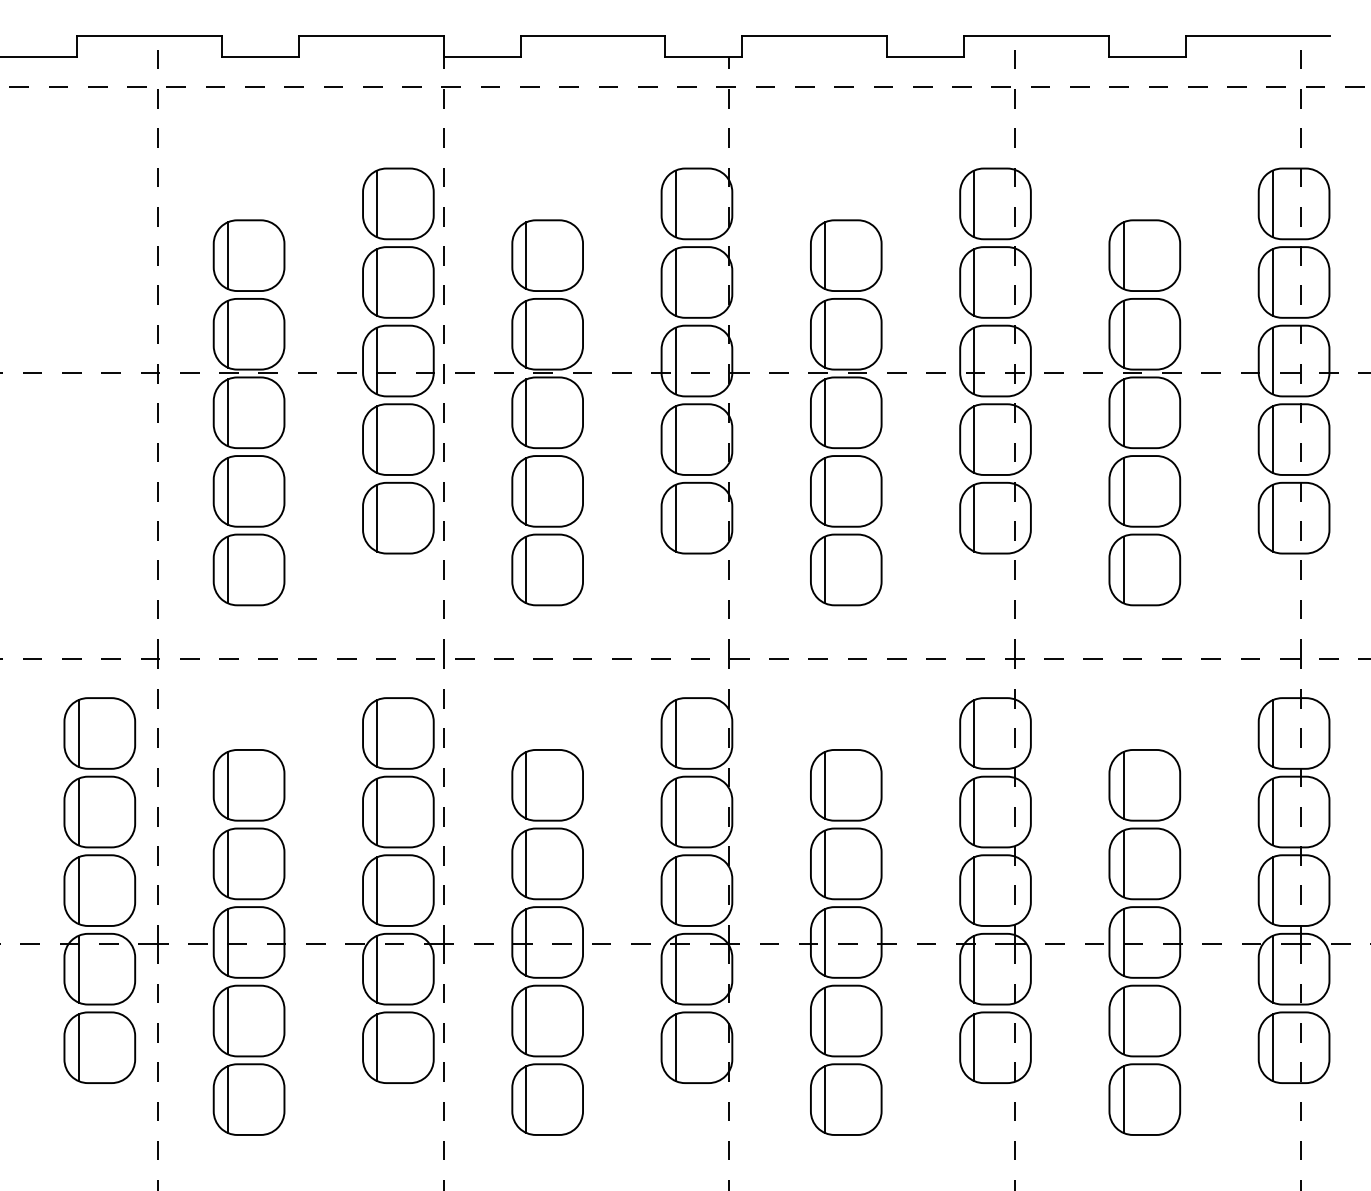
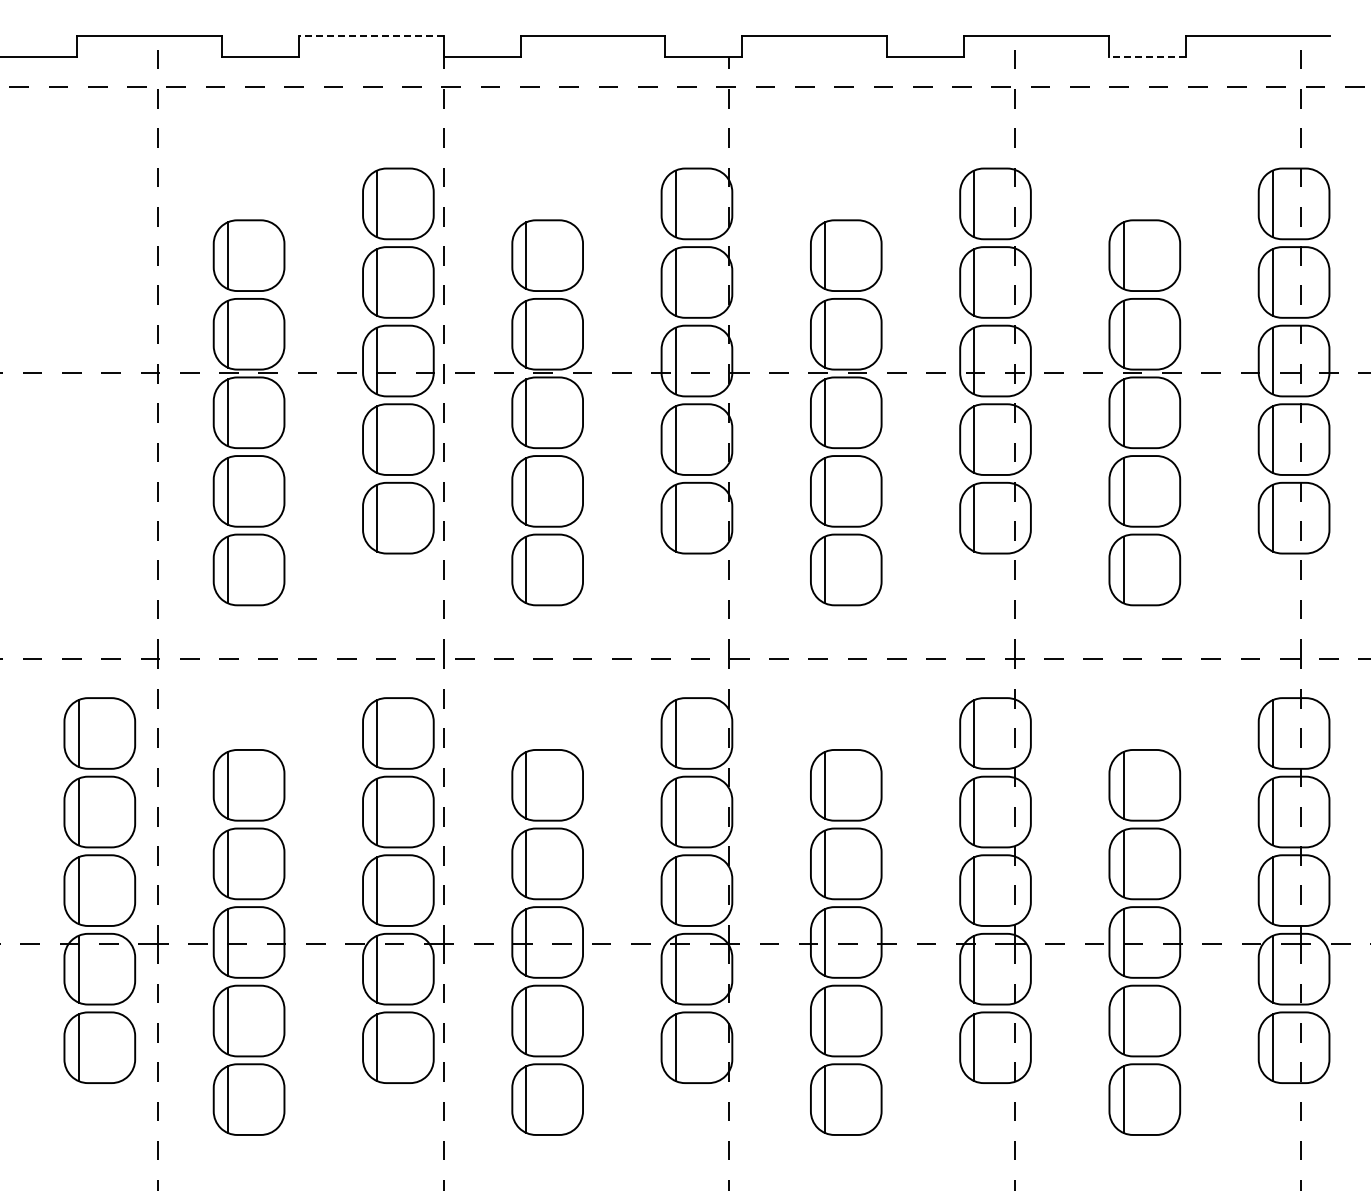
line at (370, 35): solid -> dashed
line at (1146, 56): solid -> dashed
